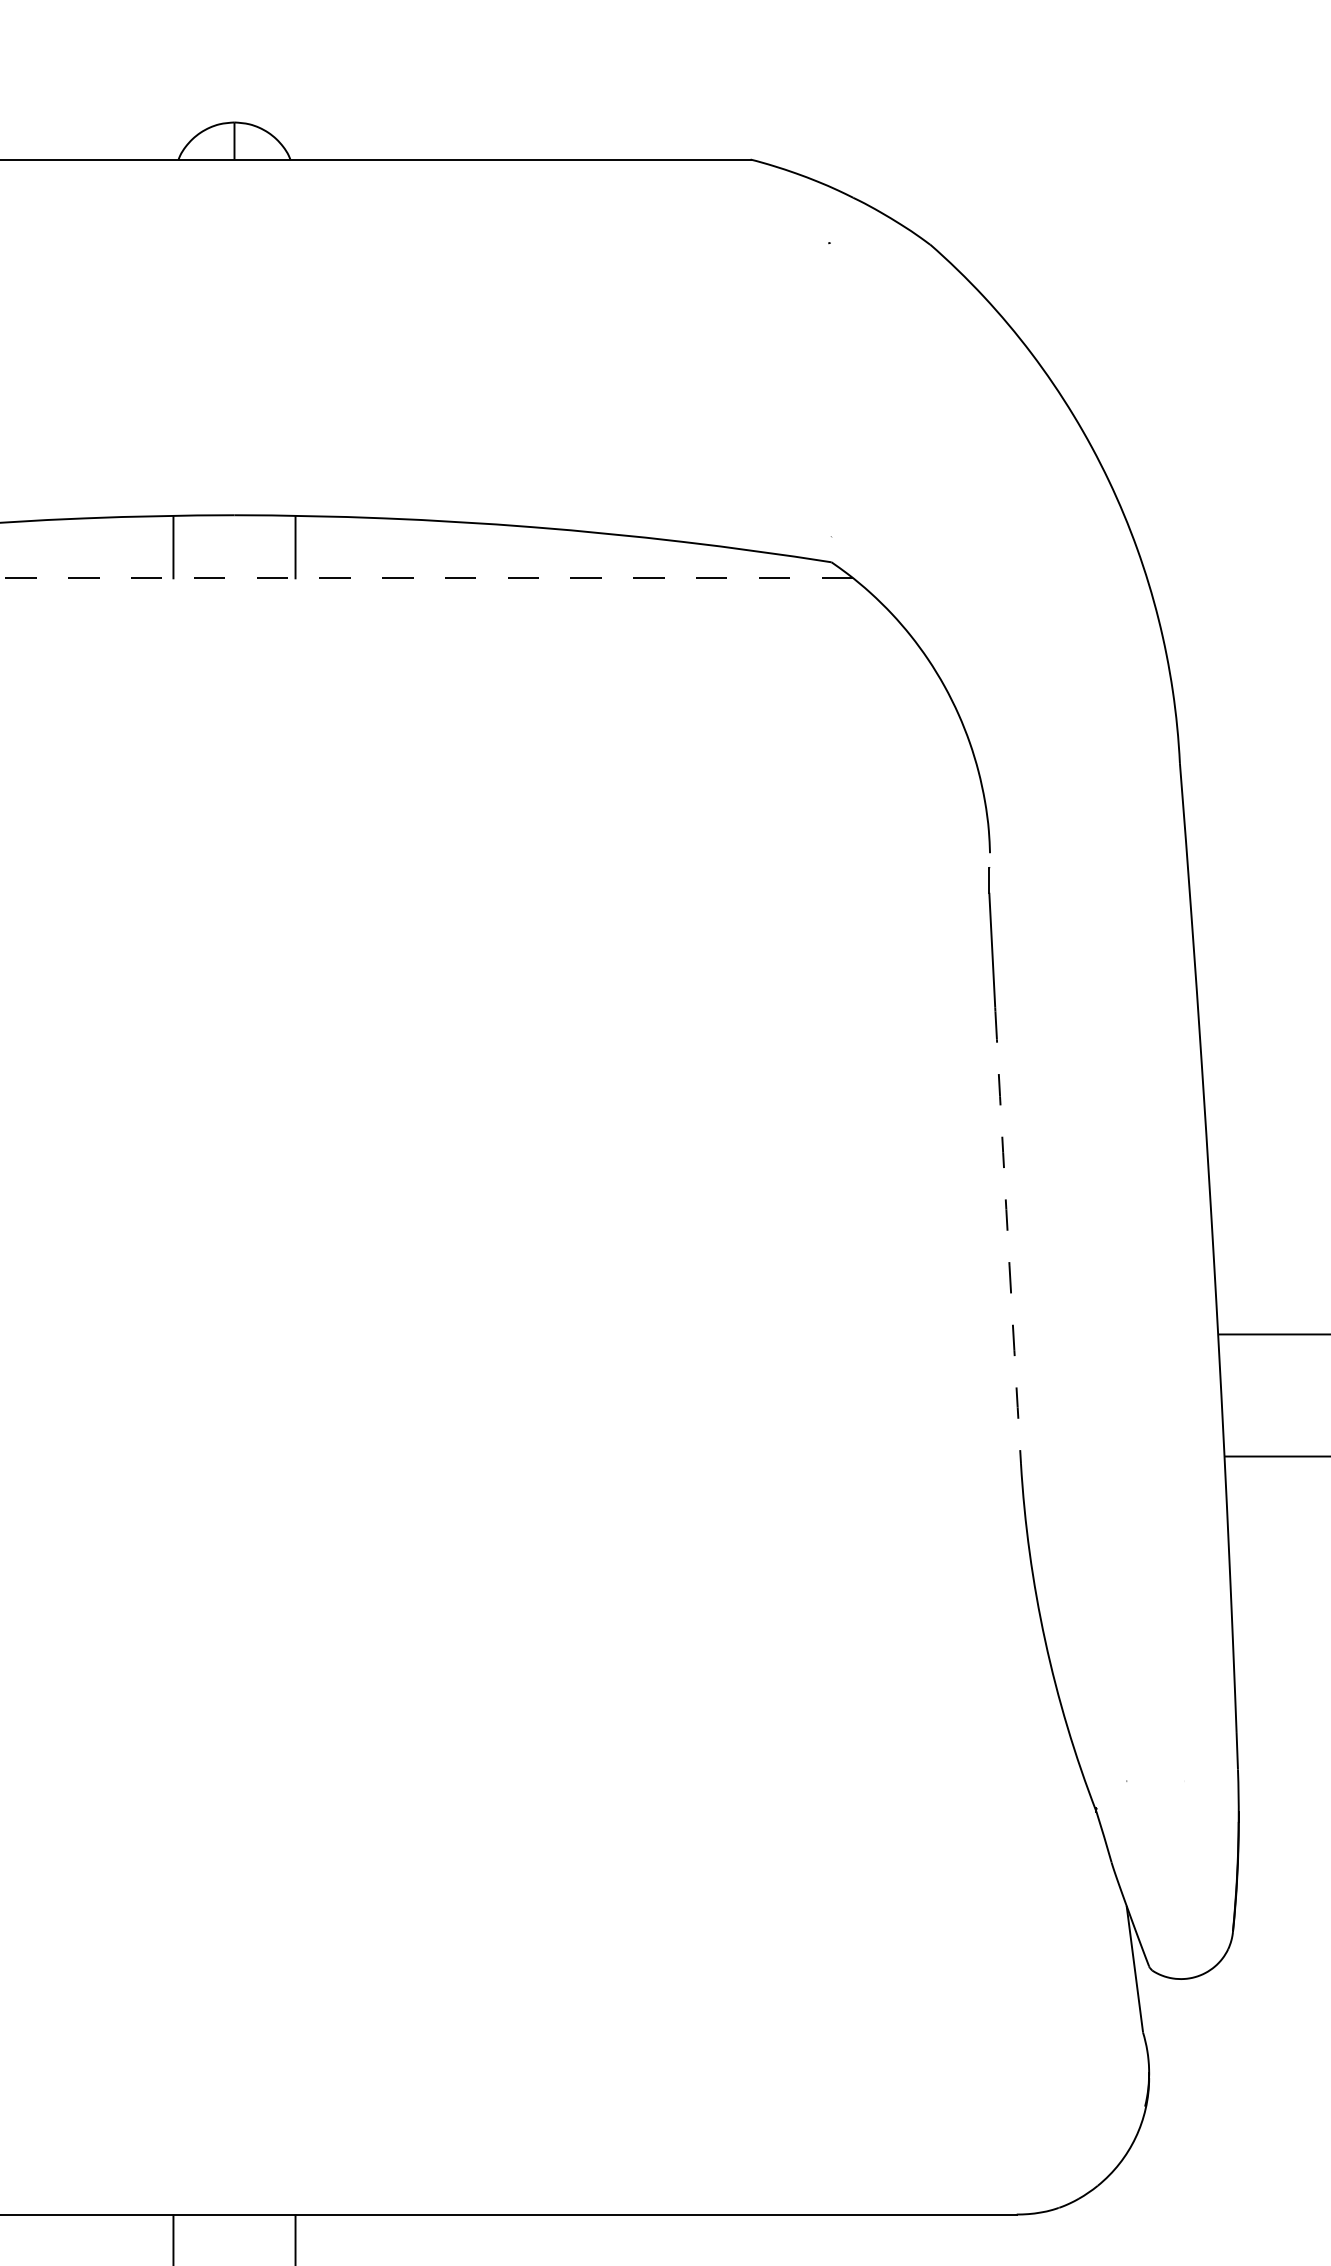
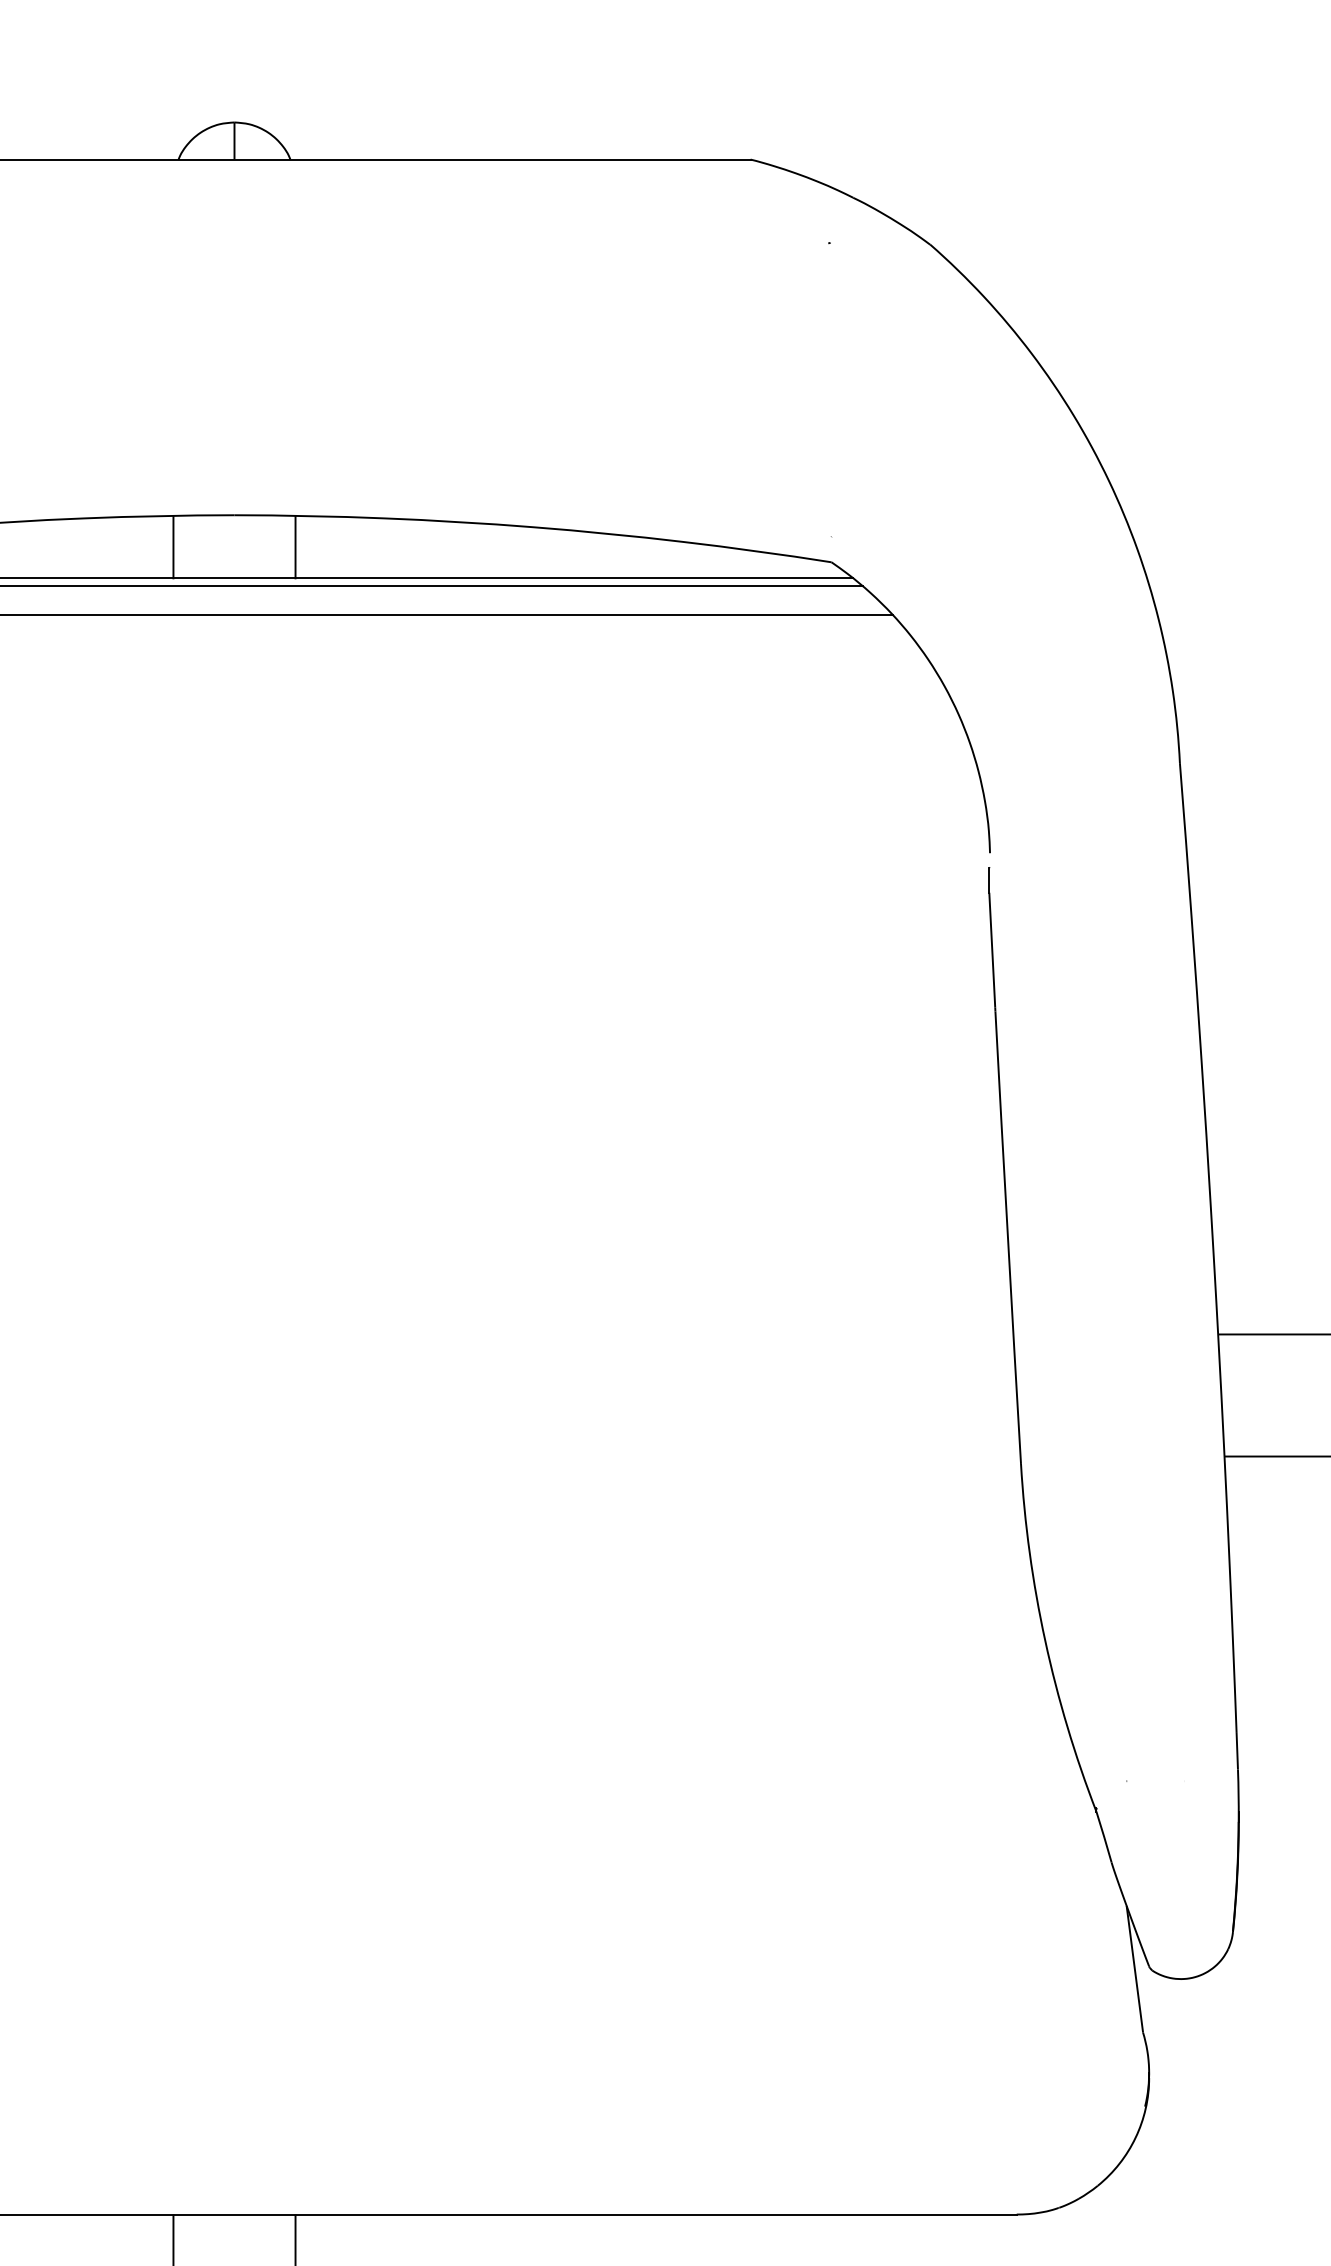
line at (426, 578): dashed -> solid
line at (432, 586): none -> present
line at (447, 614): none -> present
arc at (1007, 1237): dashed -> solid
